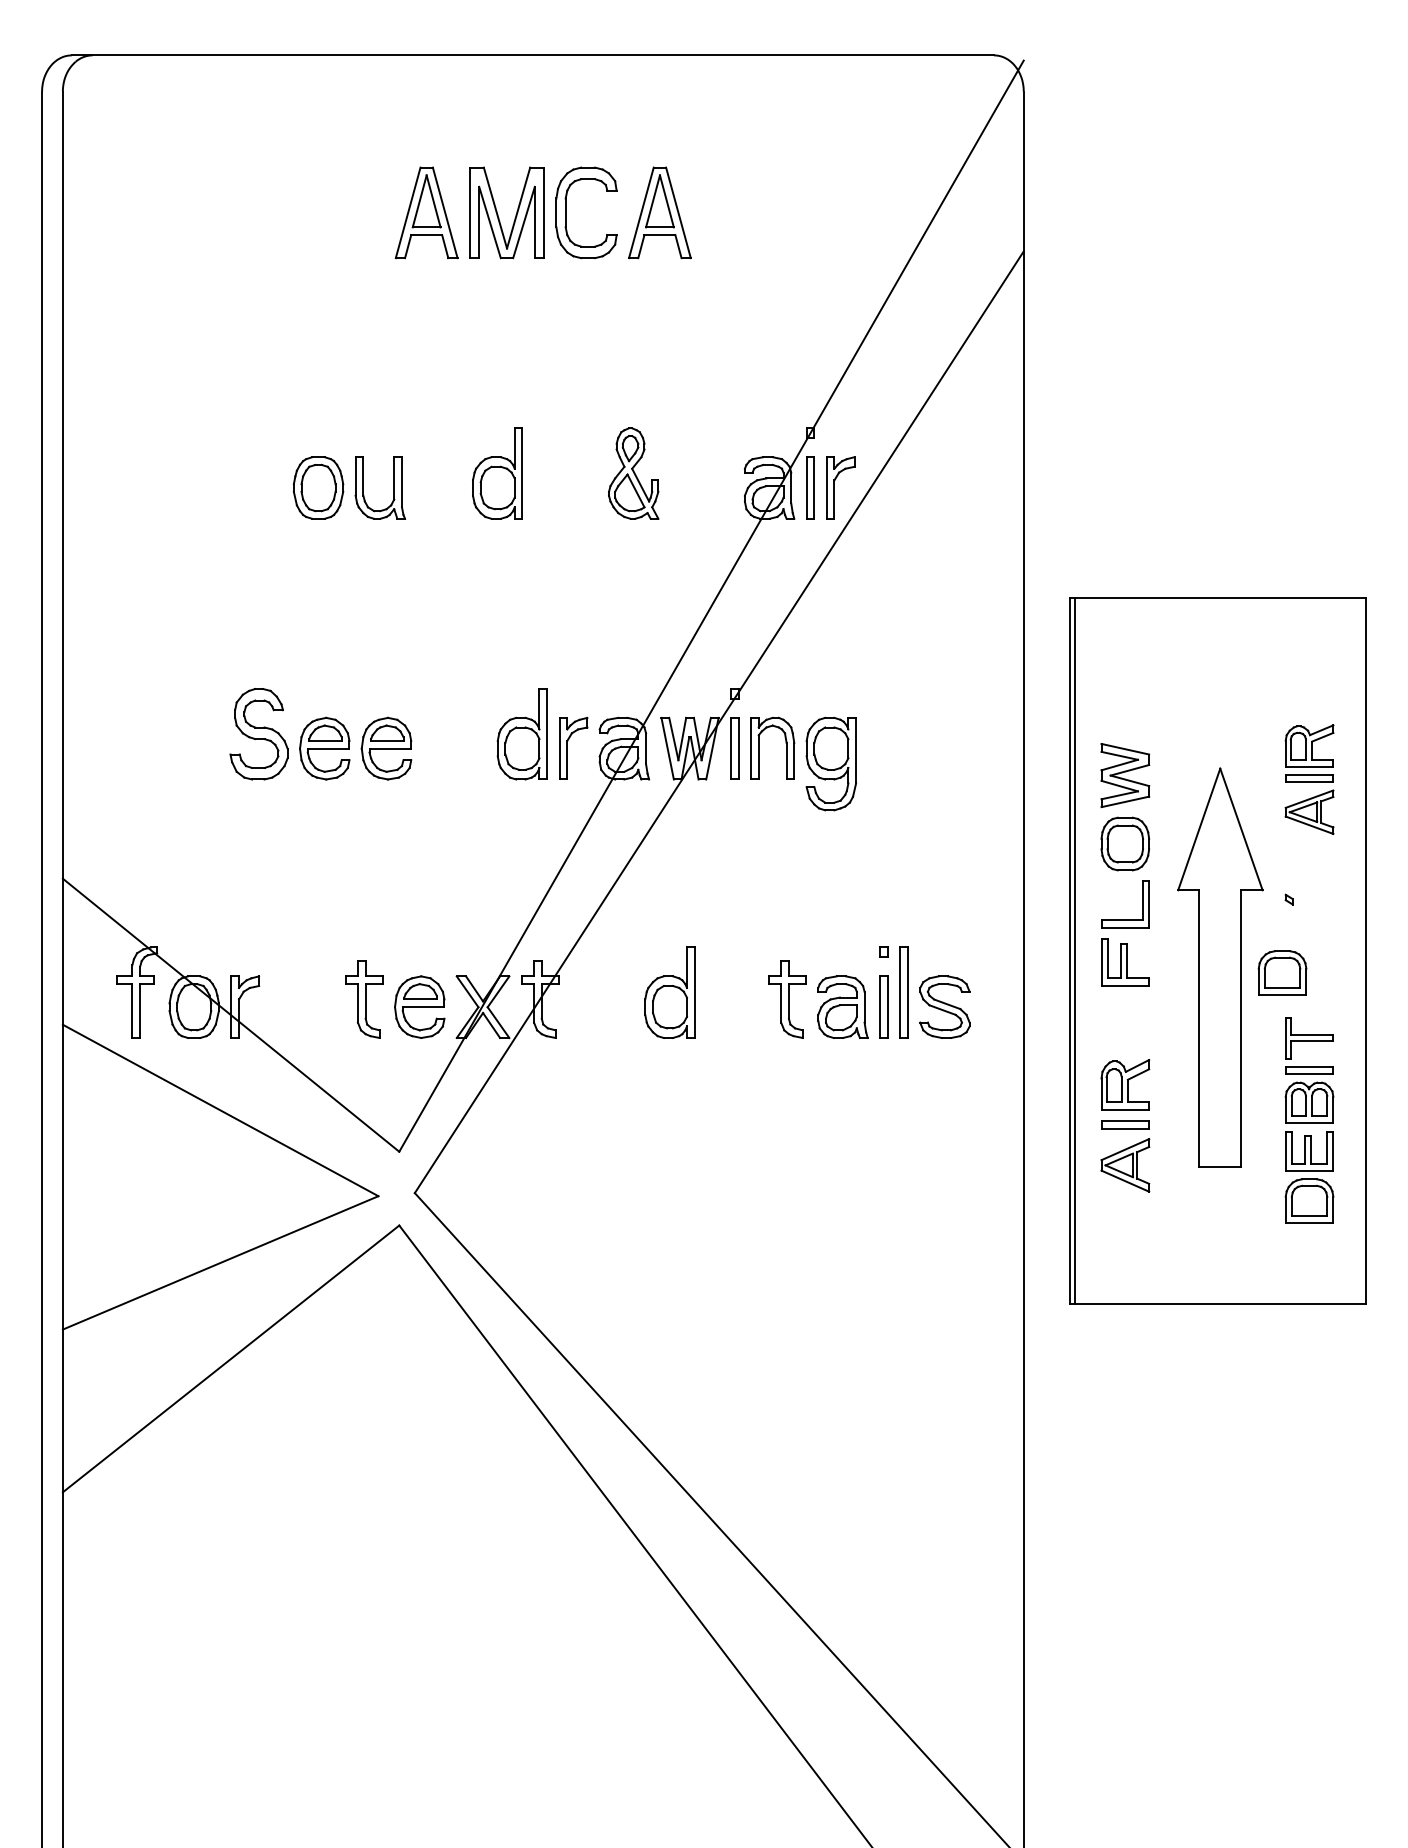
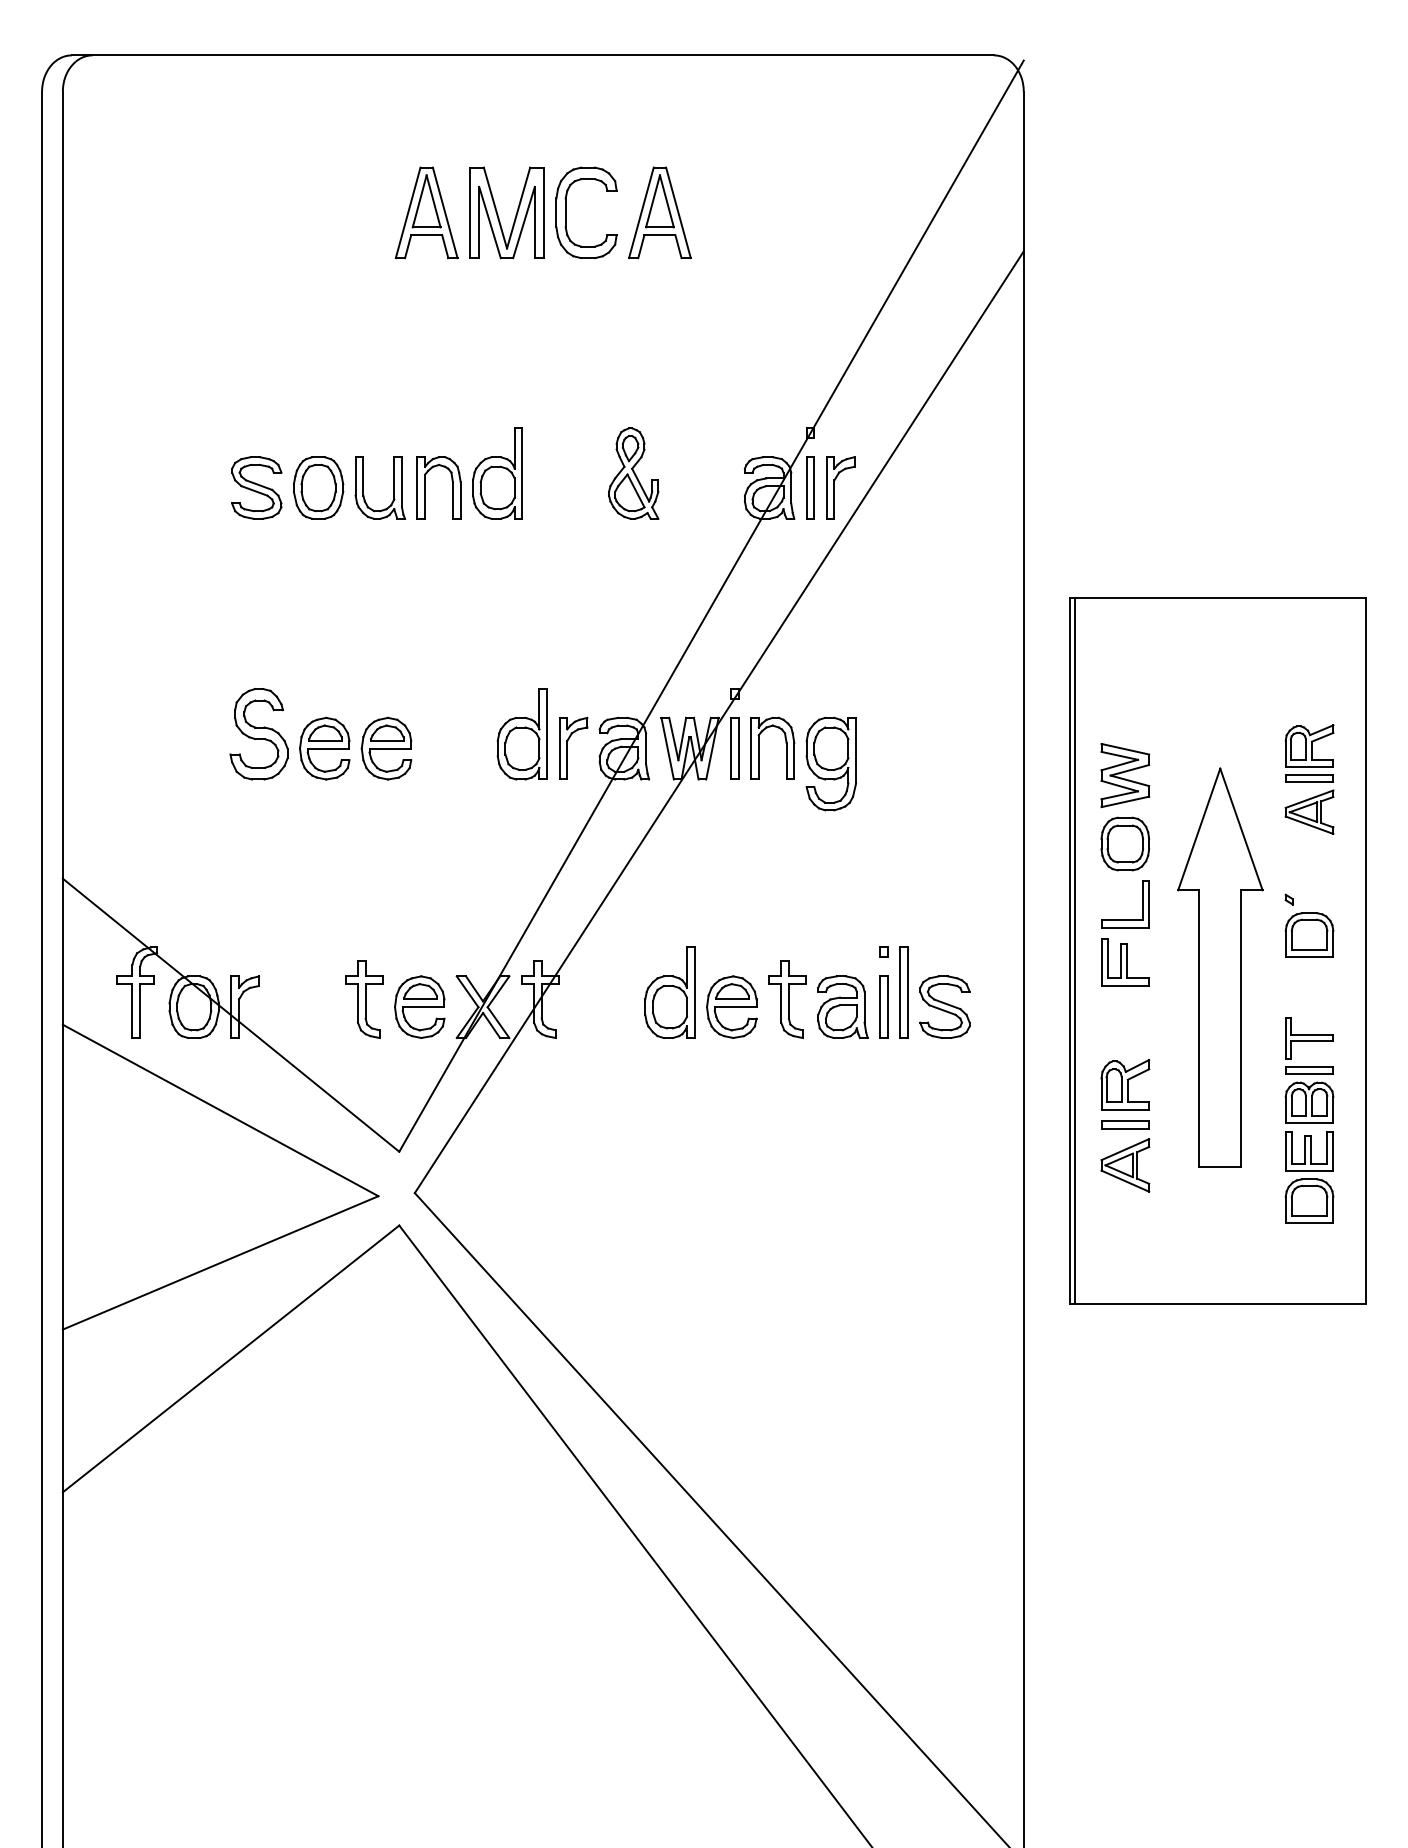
part at (256, 487): none -> present
part at (425, 487): none -> present
part at (1282, 972) position: (1282, 972) -> (1309, 934)
part at (731, 1006): none -> present
